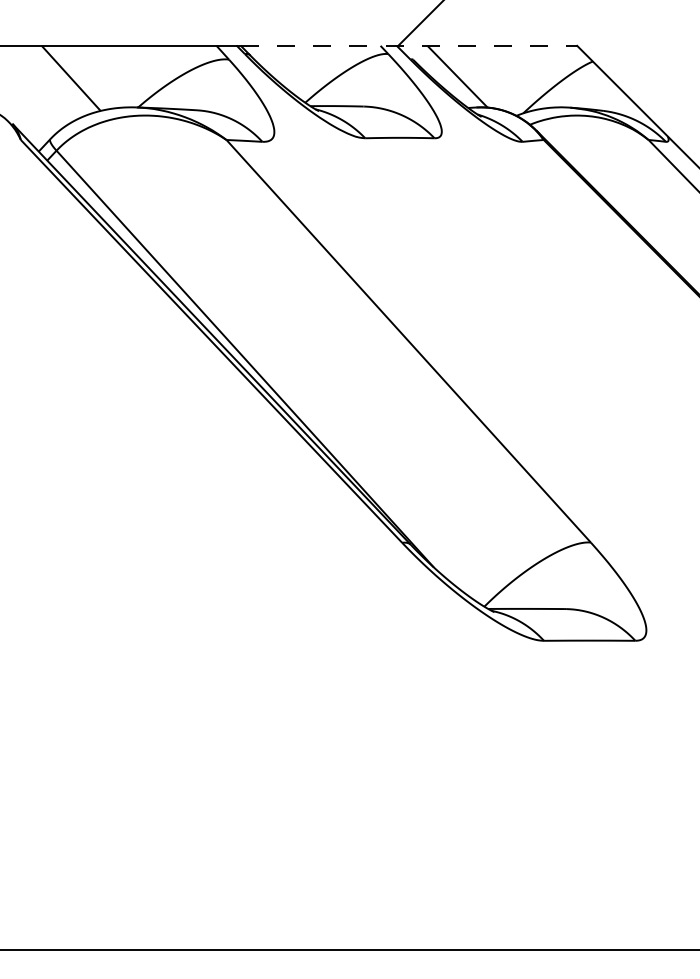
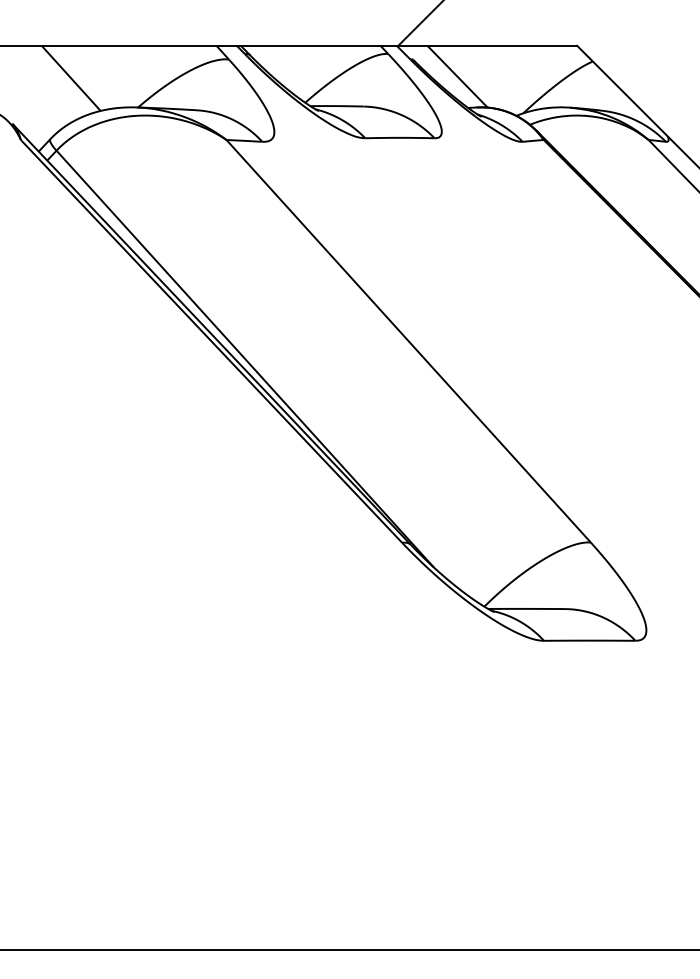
line at (409, 45): dashed -> solid
